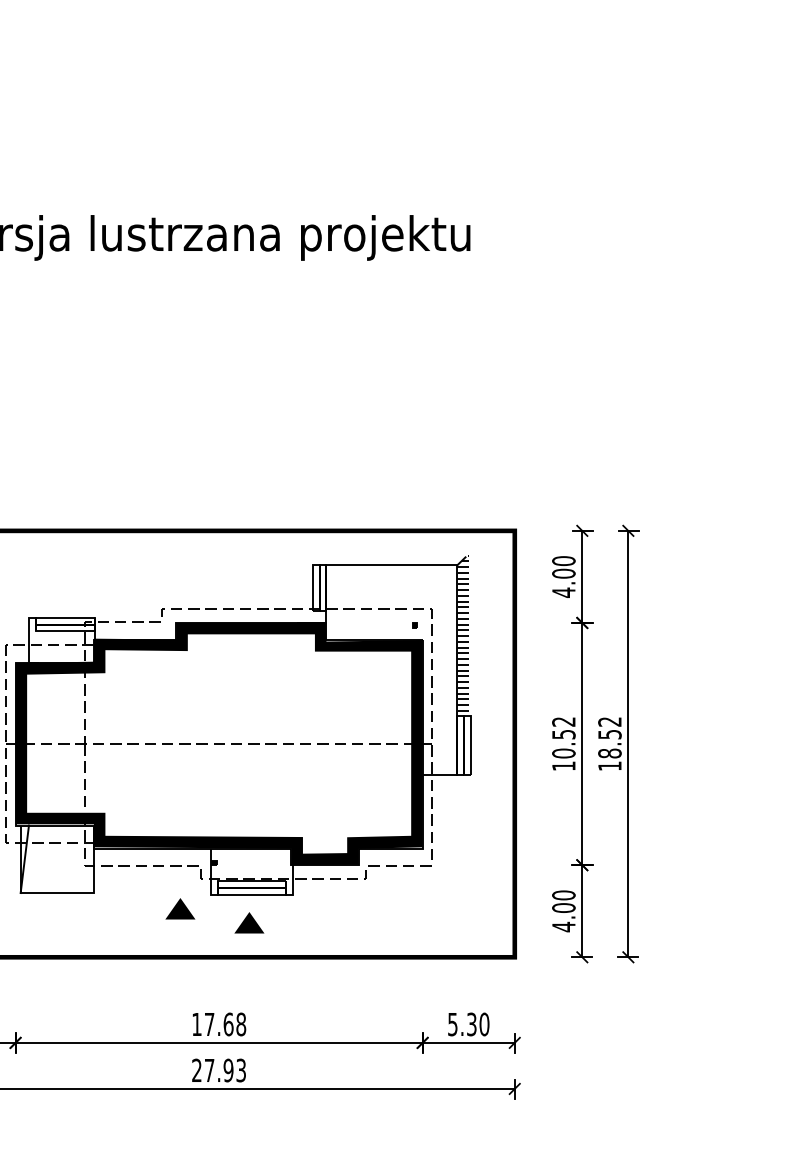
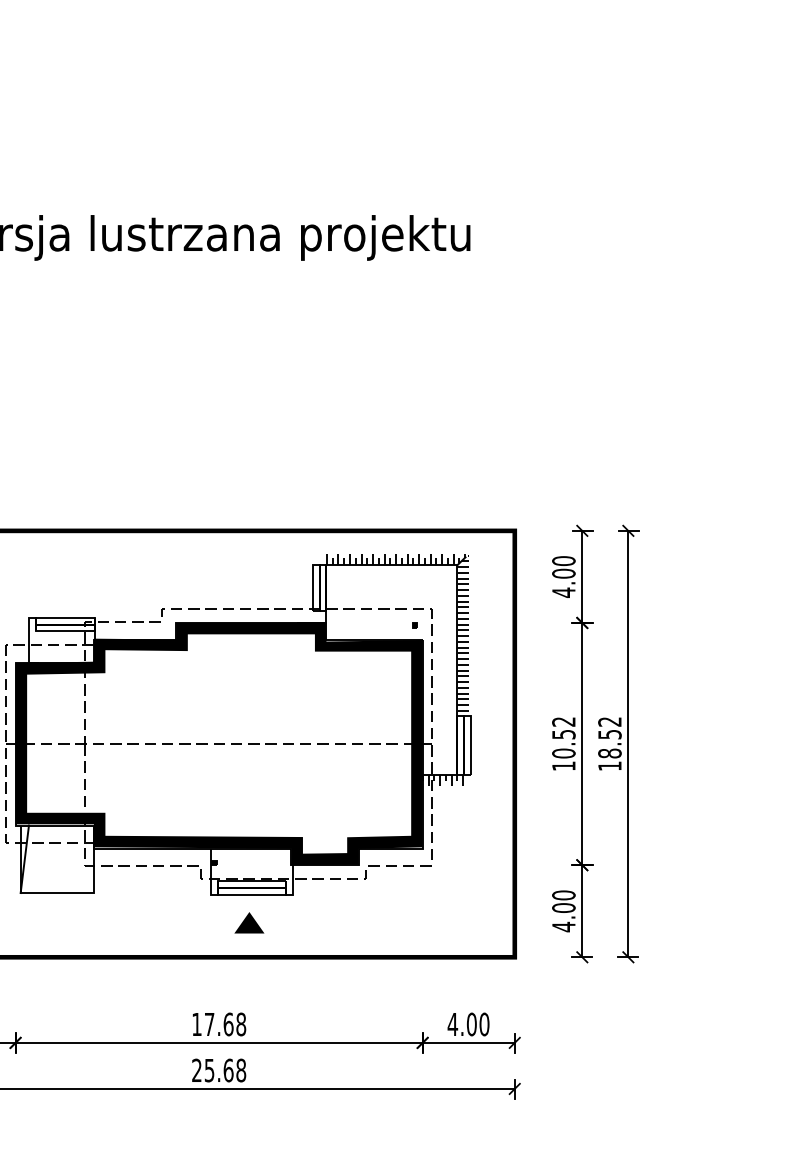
hatch at (395, 559): none -> present
hatch at (442, 780): none -> present
part at (180, 908): present -> none
text at (461, 1024): 5.30 -> 4.00
text at (225, 1070): 27.93 -> 25.68
